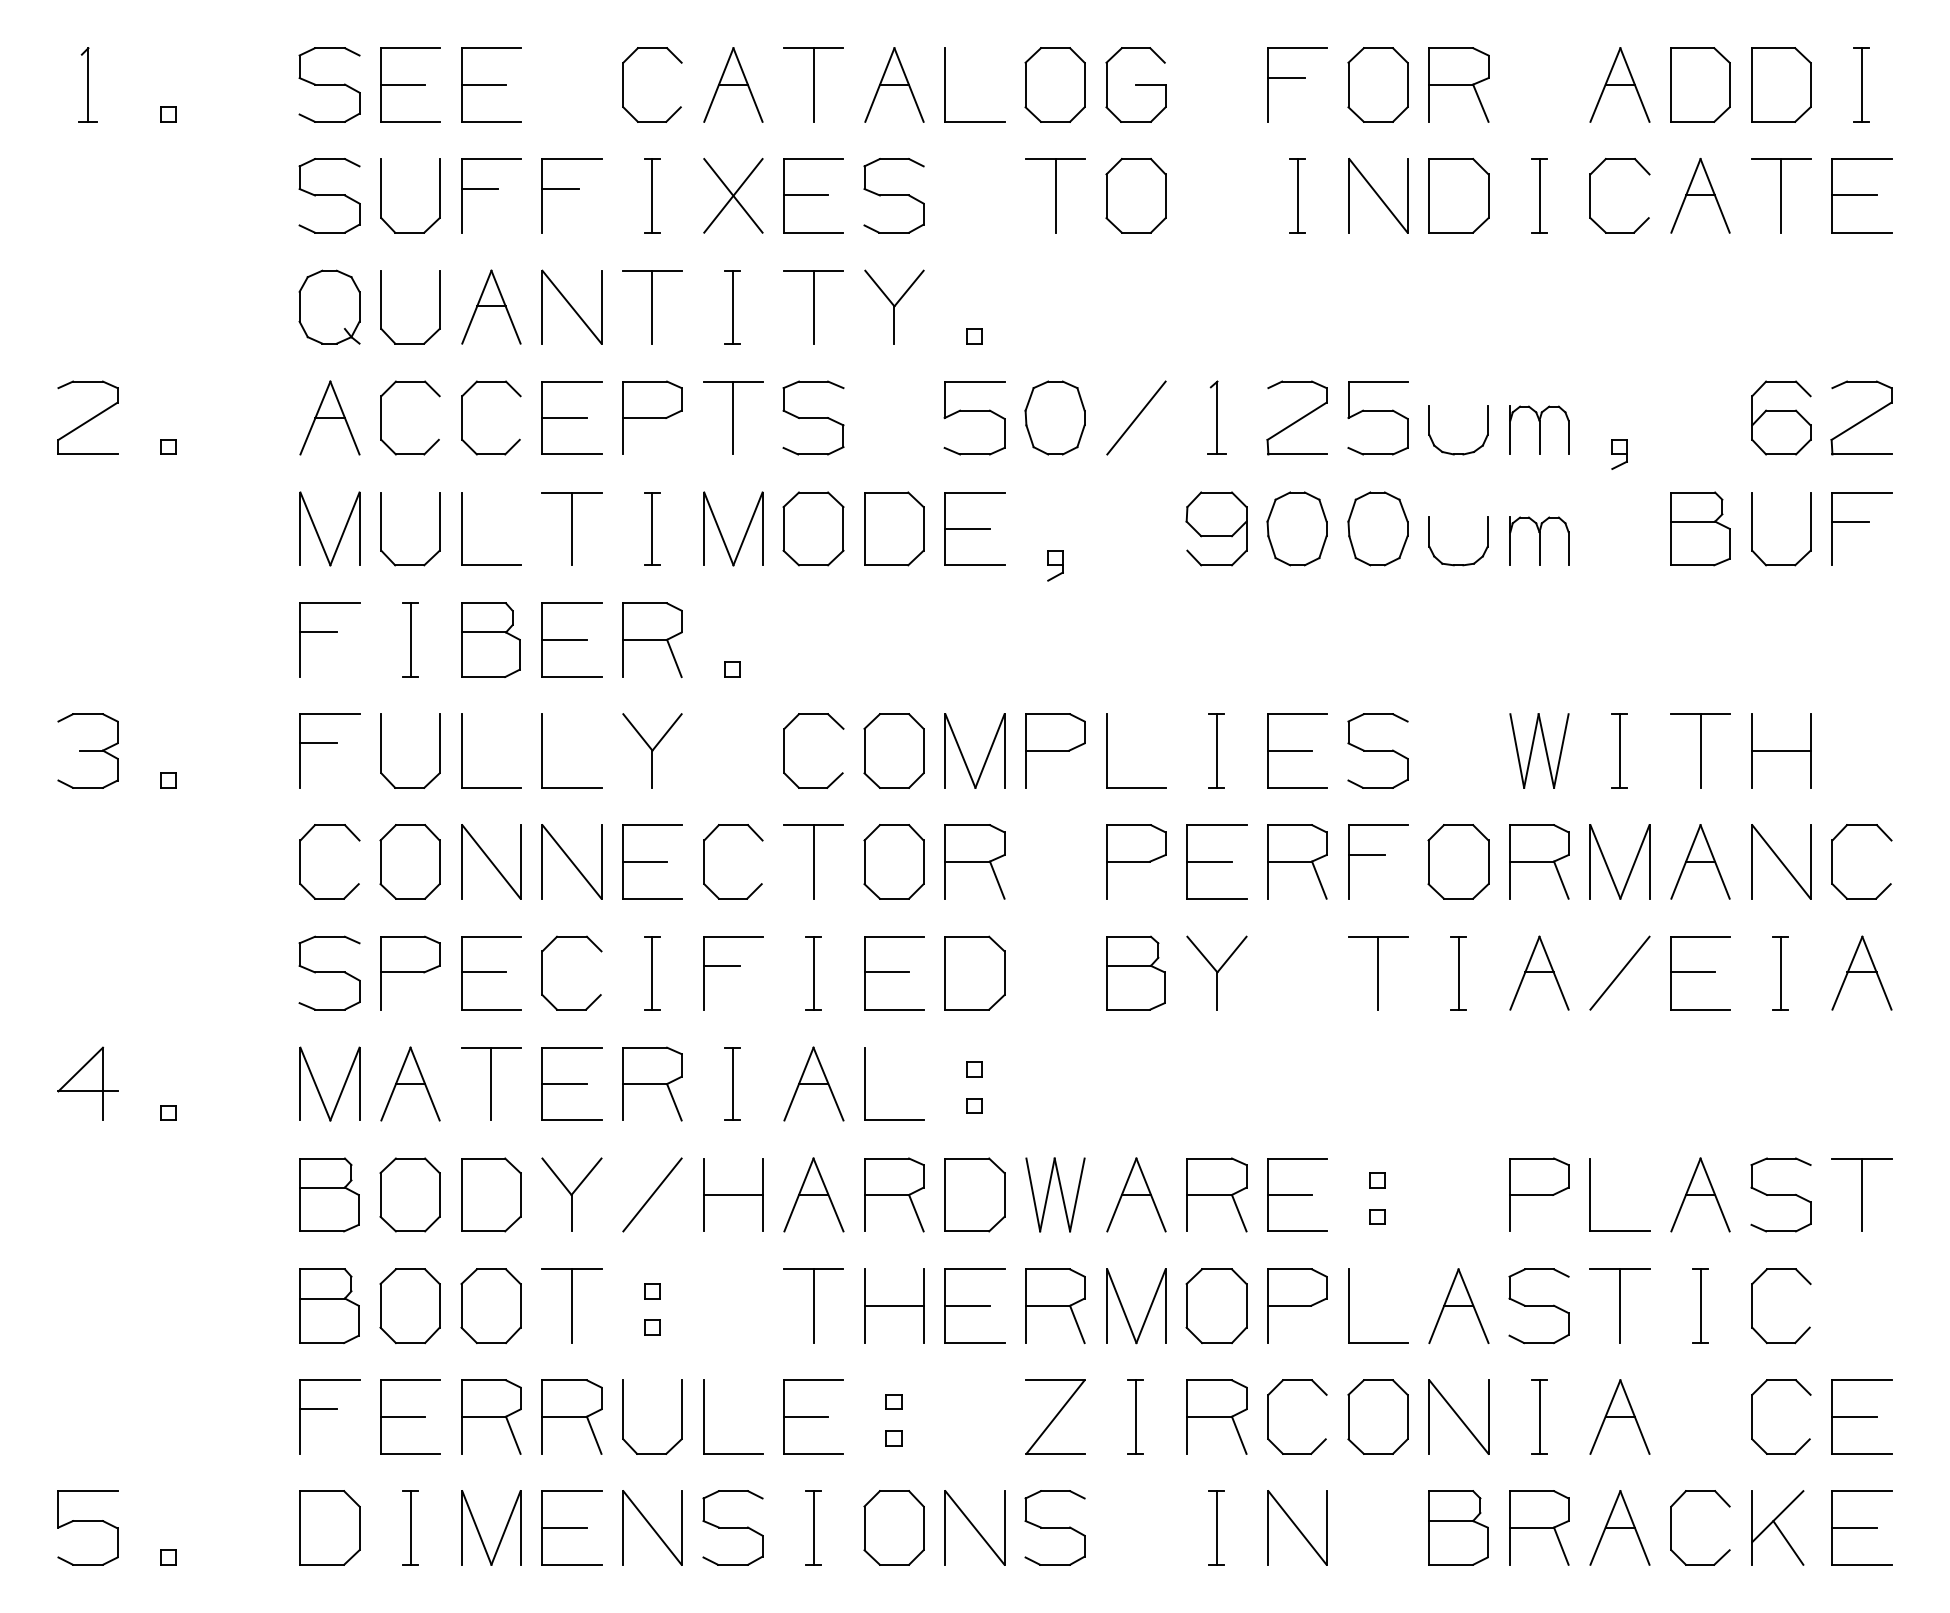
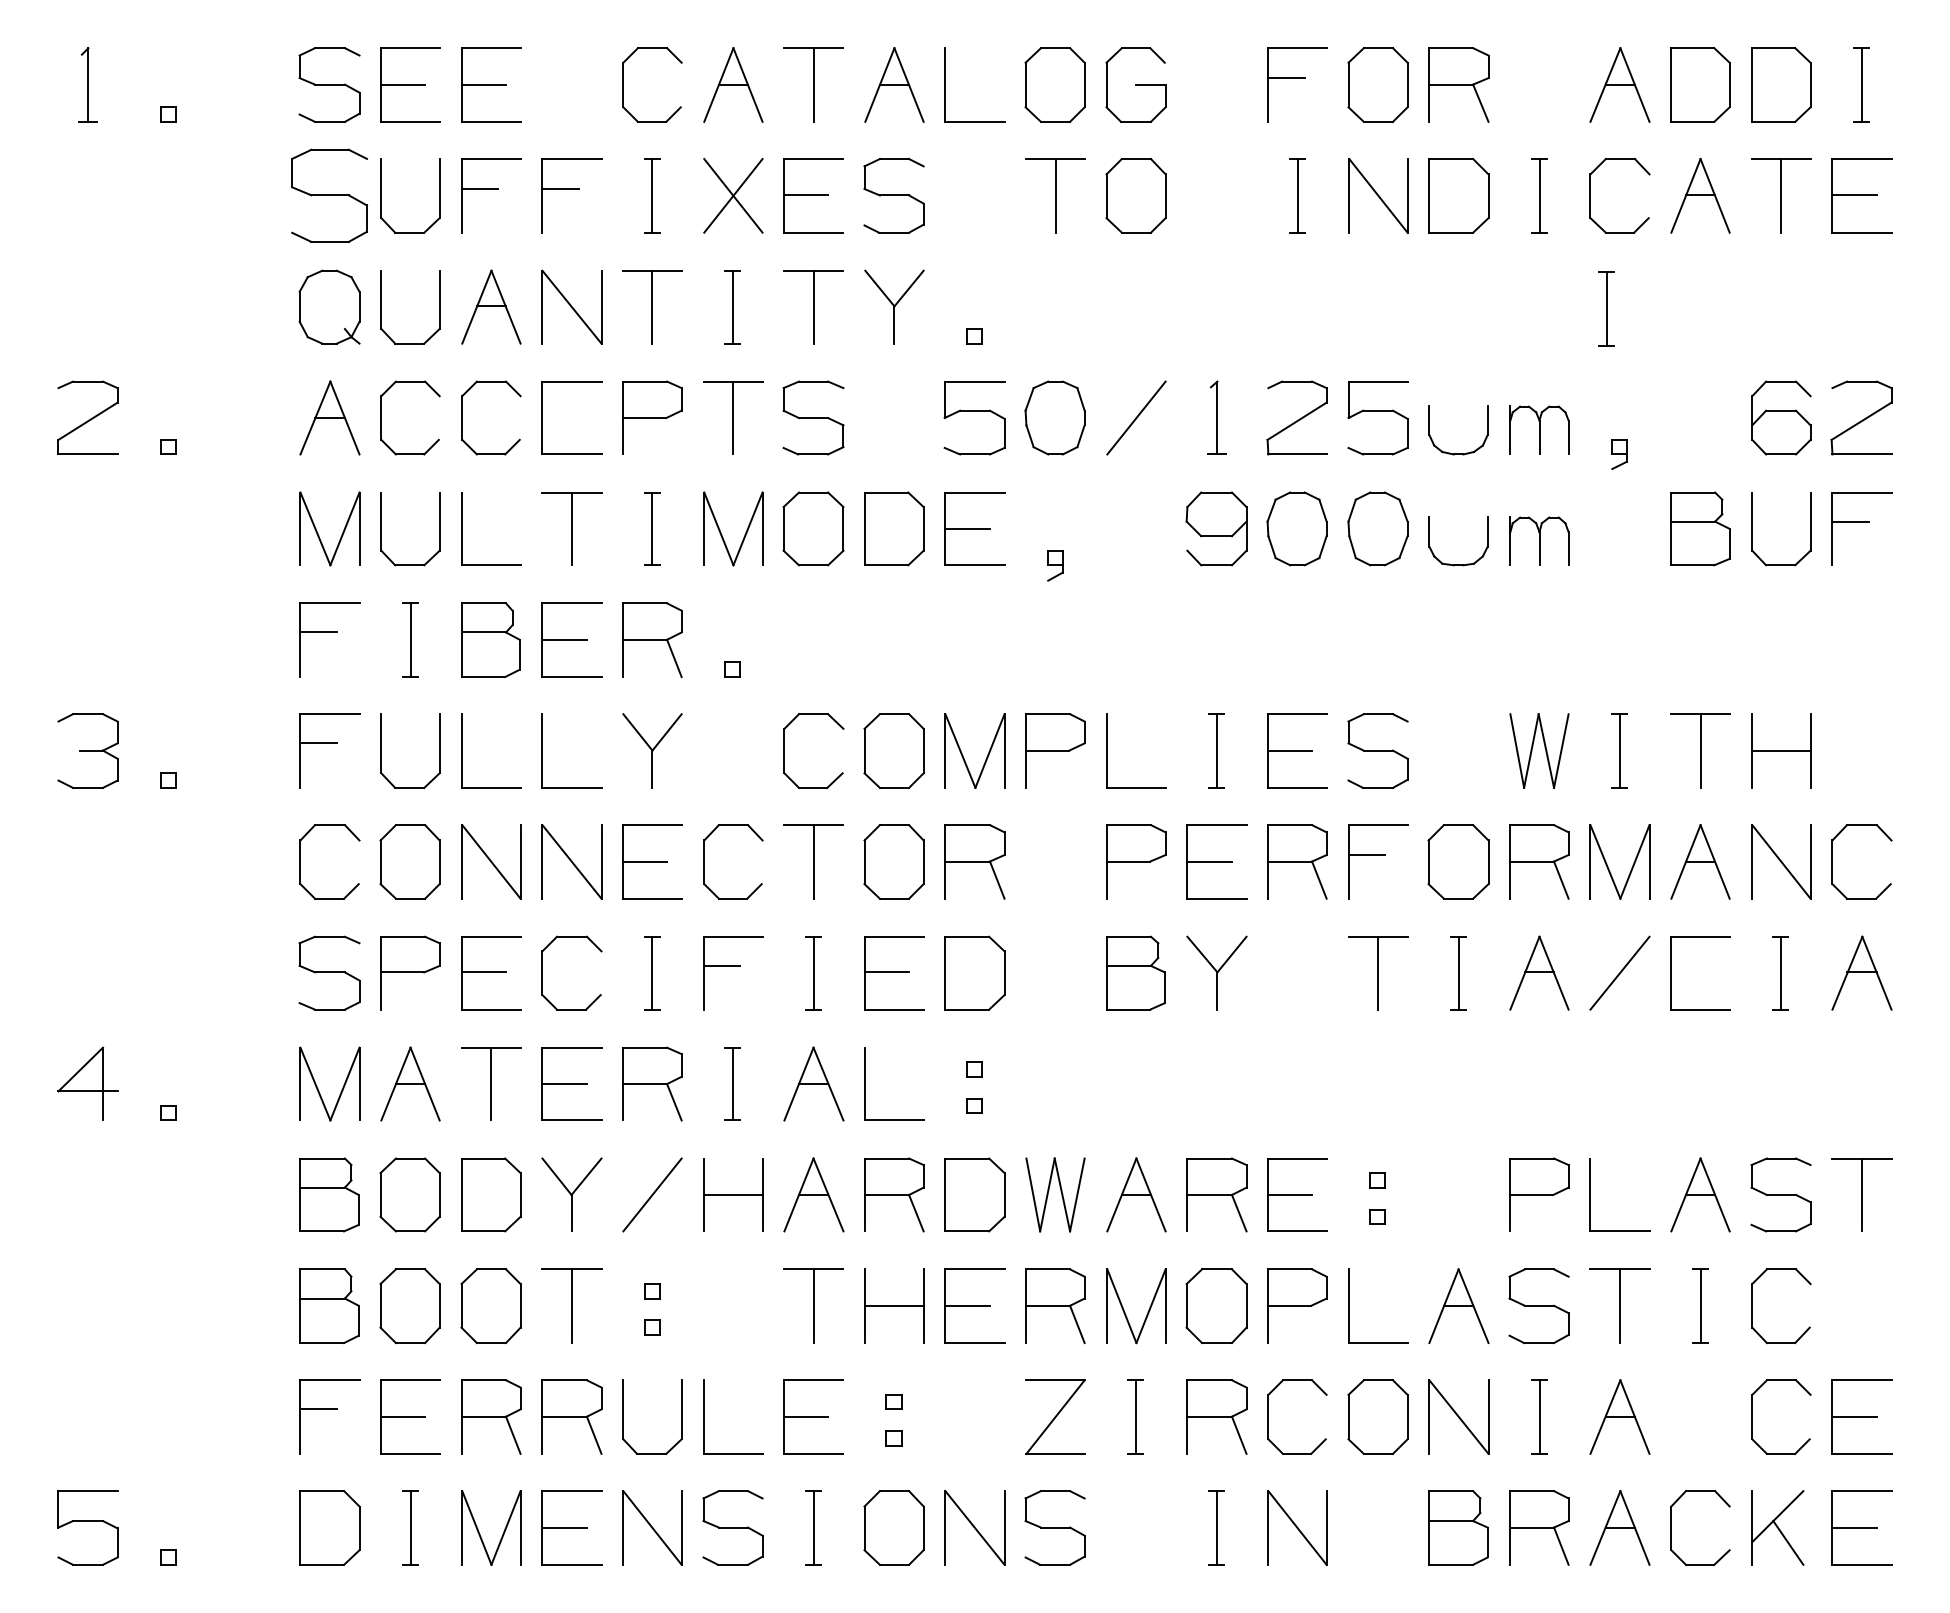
part at (329, 195) size: 63x76 px -> 78x95 px
part at (1606, 308): none -> present
line at (564, 418): present -> none
line at (1693, 972): present -> none
